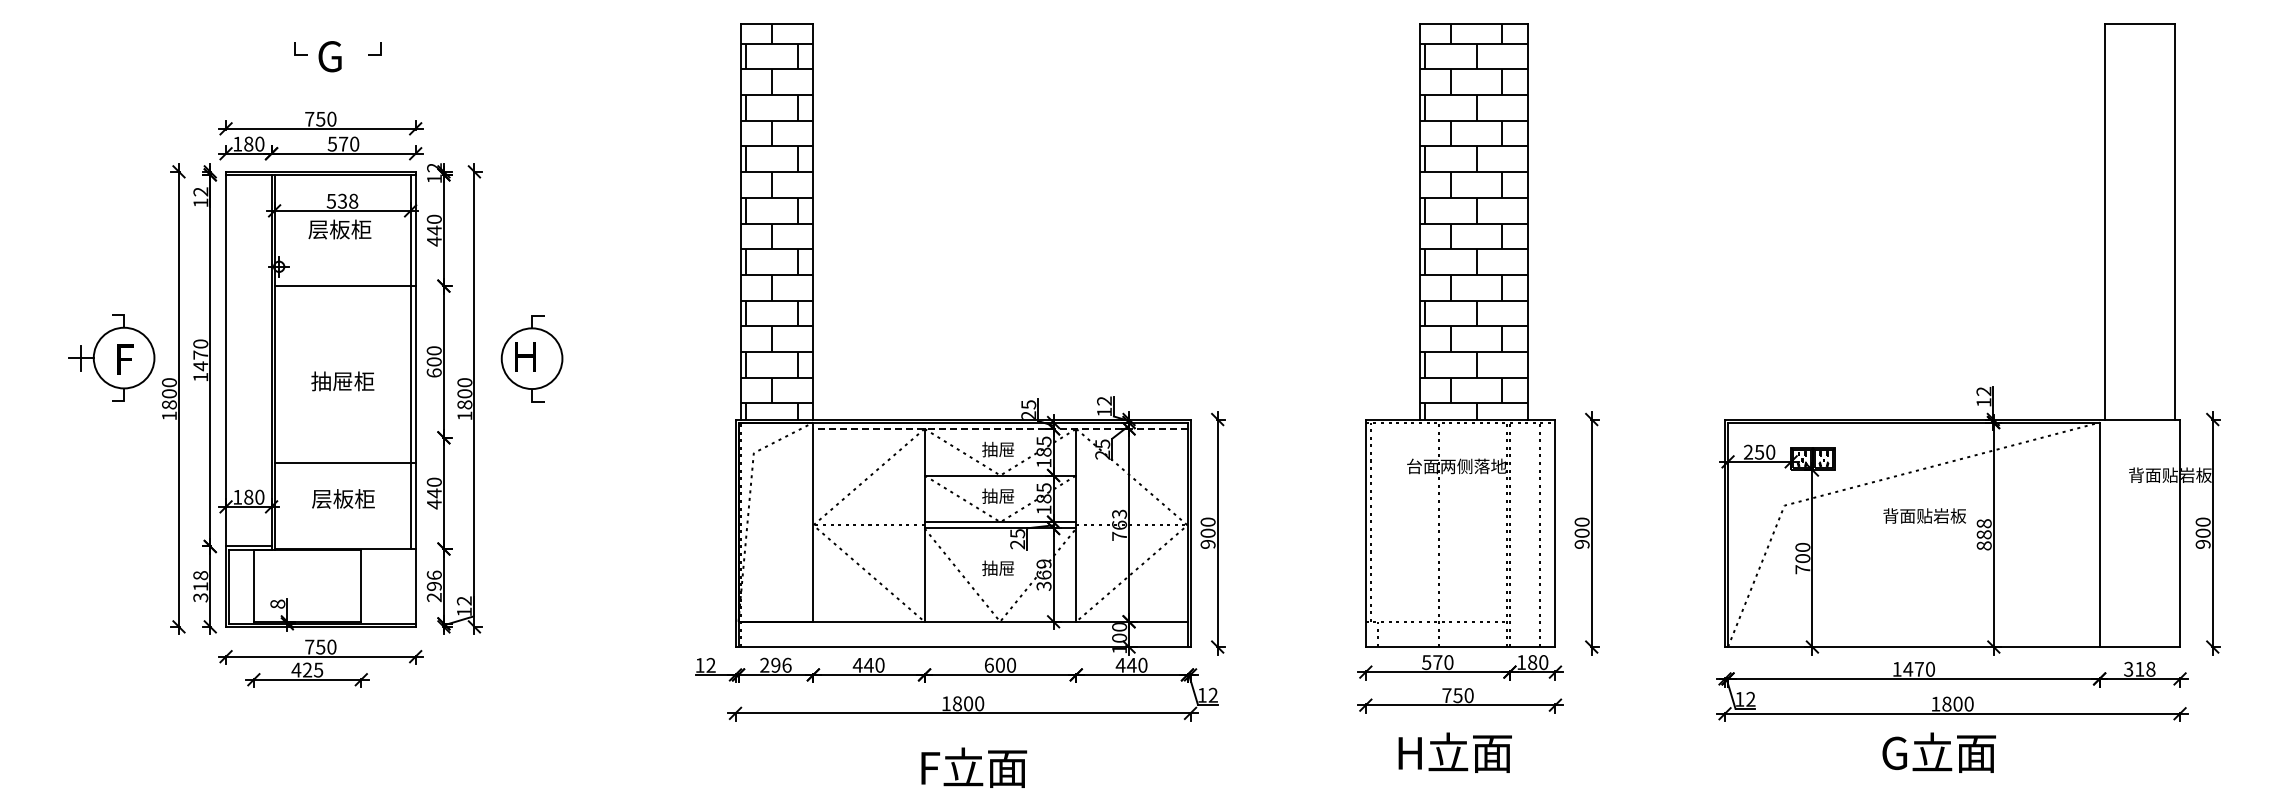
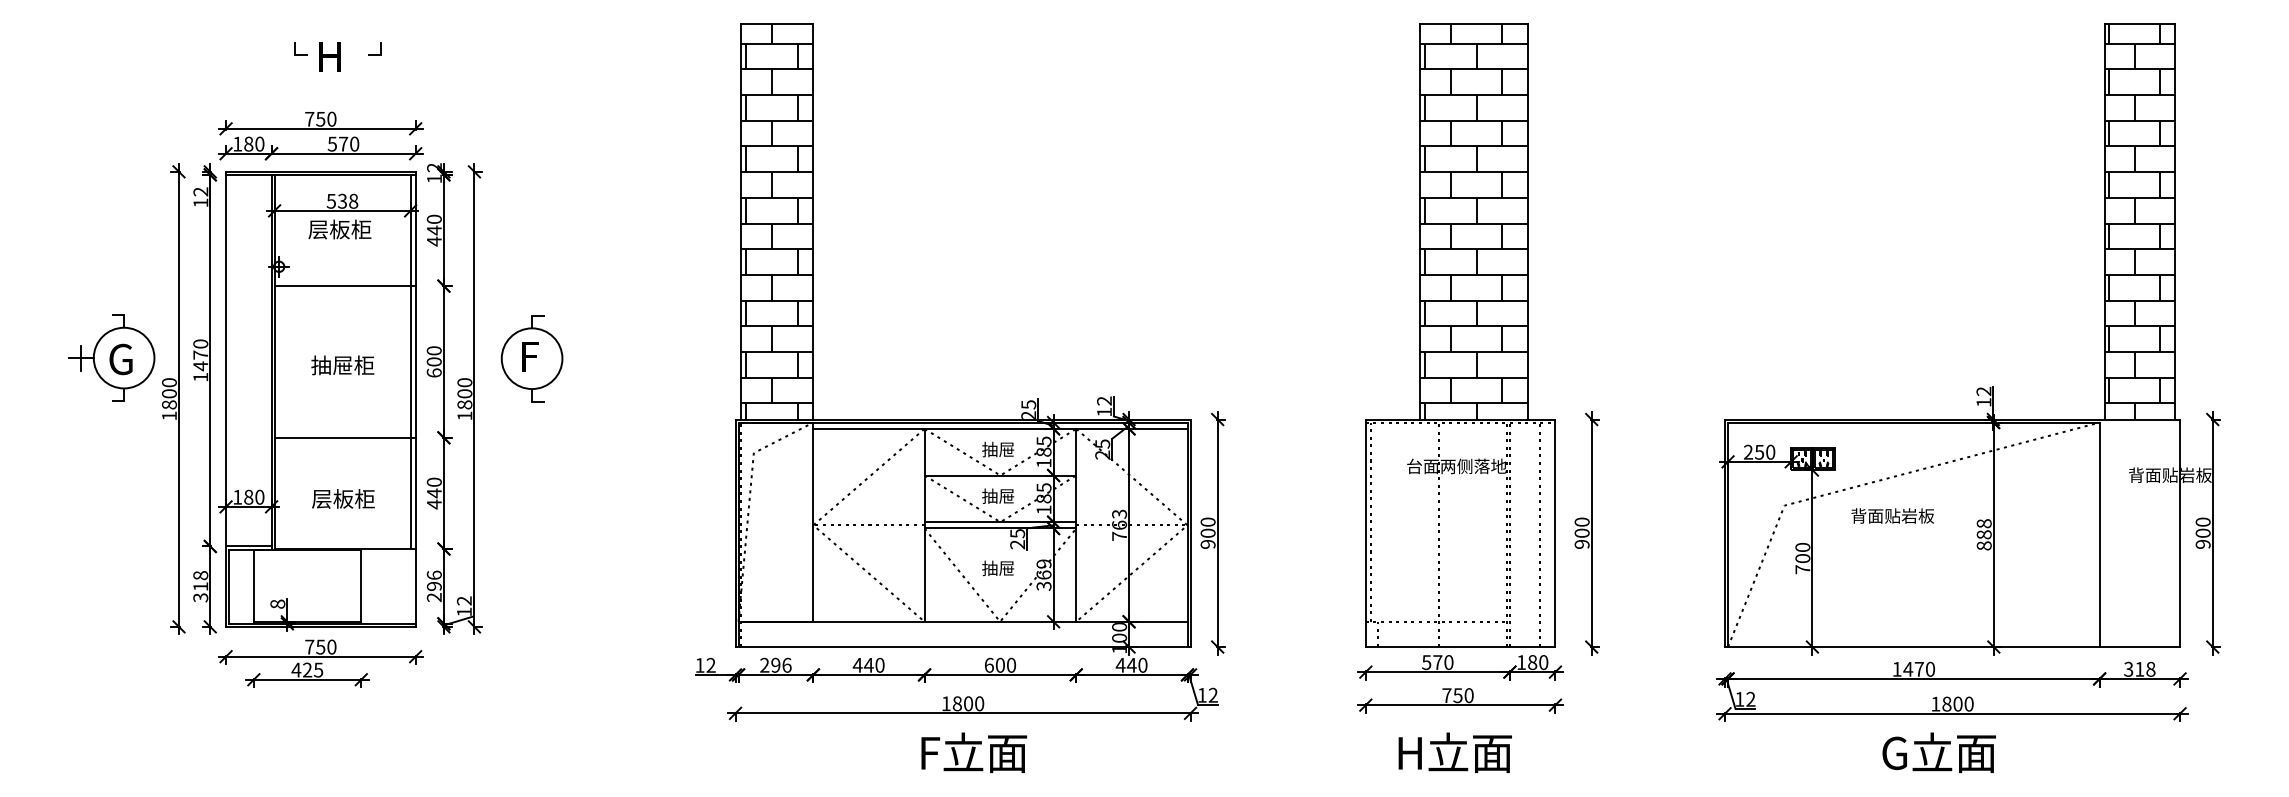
text at (329, 56): G -> H
hatch at (2140, 221): none -> present
text at (526, 356): H -> F
text at (121, 359): F -> G
text at (342, 381) position: (342, 381) -> (342, 365)
line at (999, 428): dashed -> solid
line at (344, 462) position: (344, 462) -> (344, 437)
text at (1924, 515) position: (1924, 515) -> (1892, 515)
text at (974, 767) position: (974, 767) -> (974, 752)
